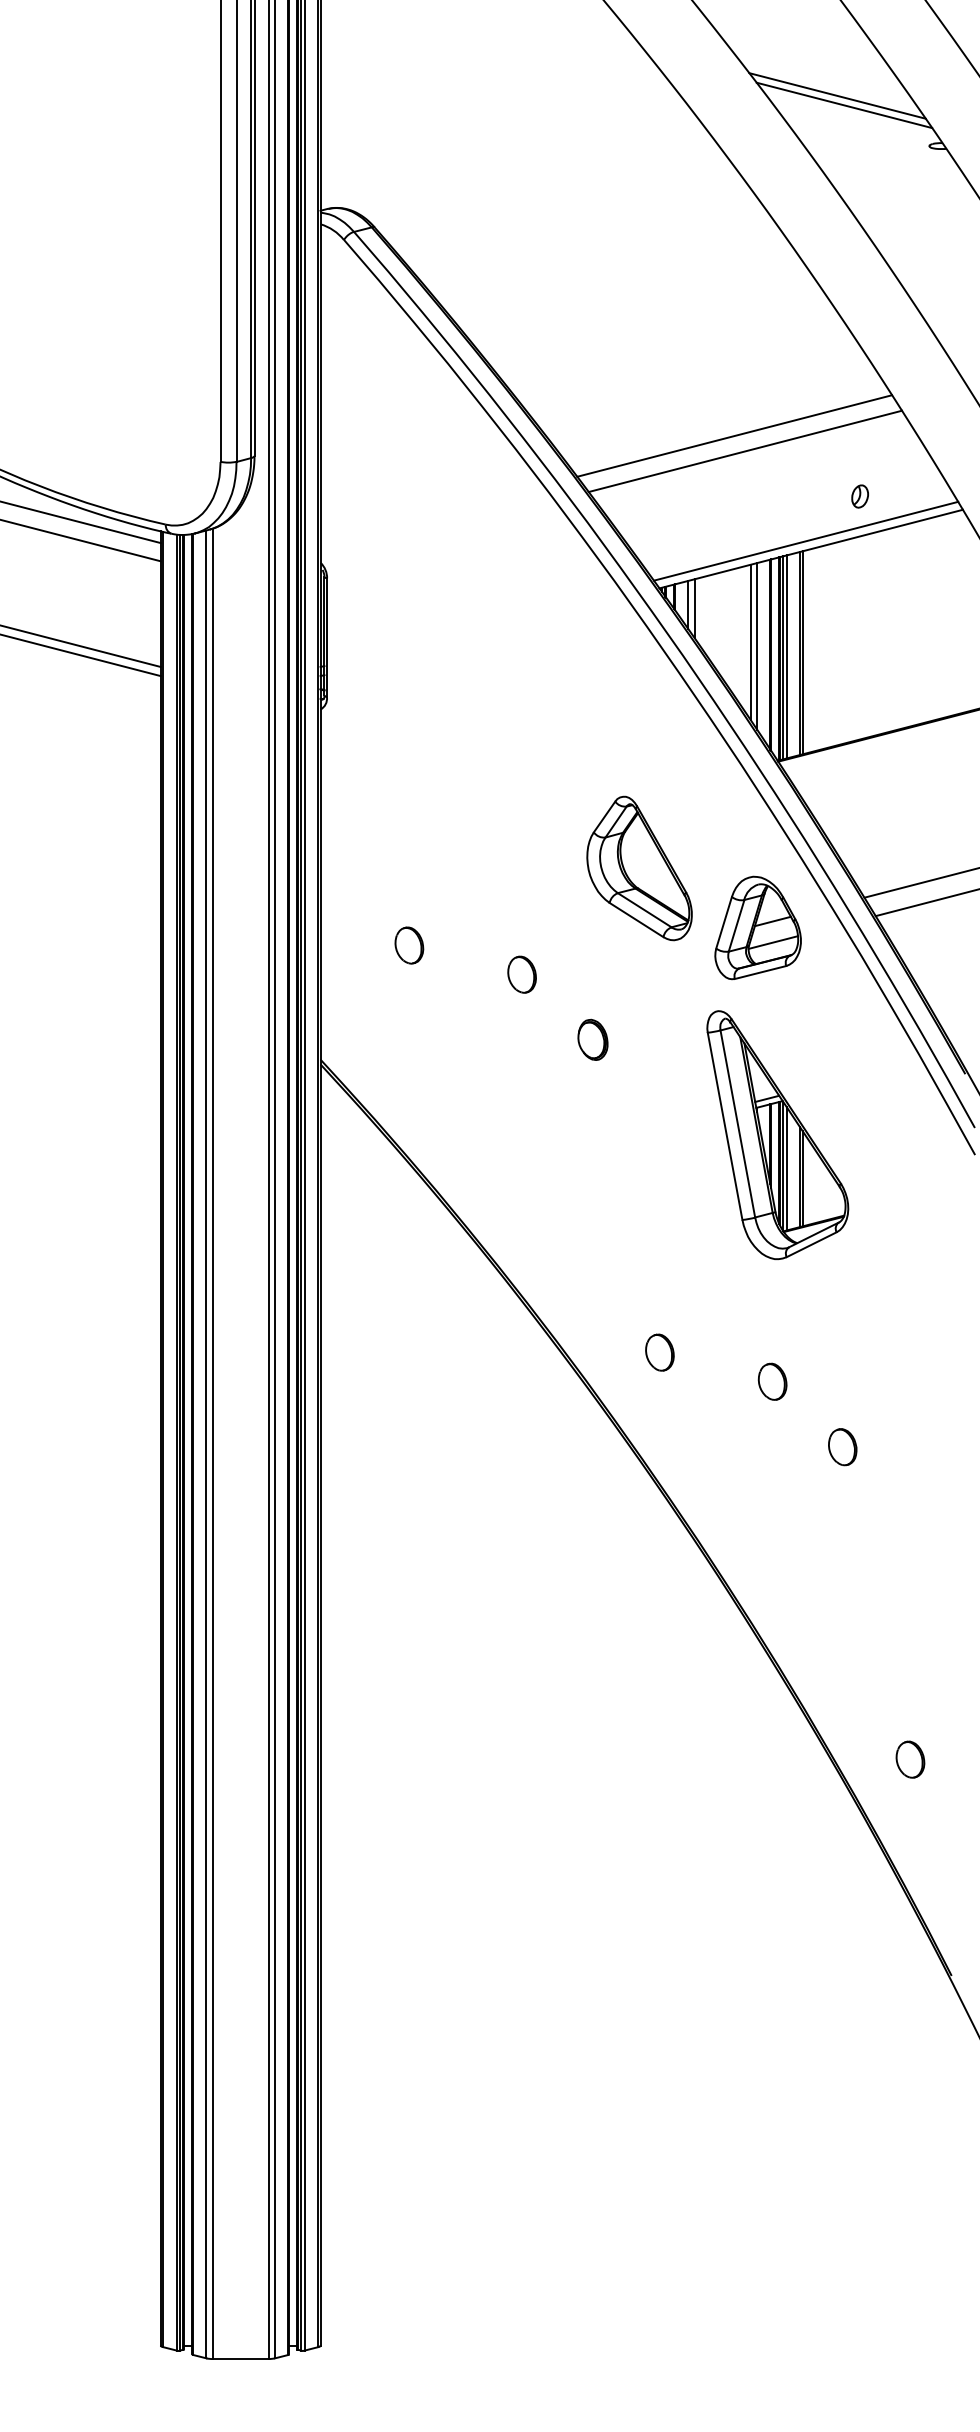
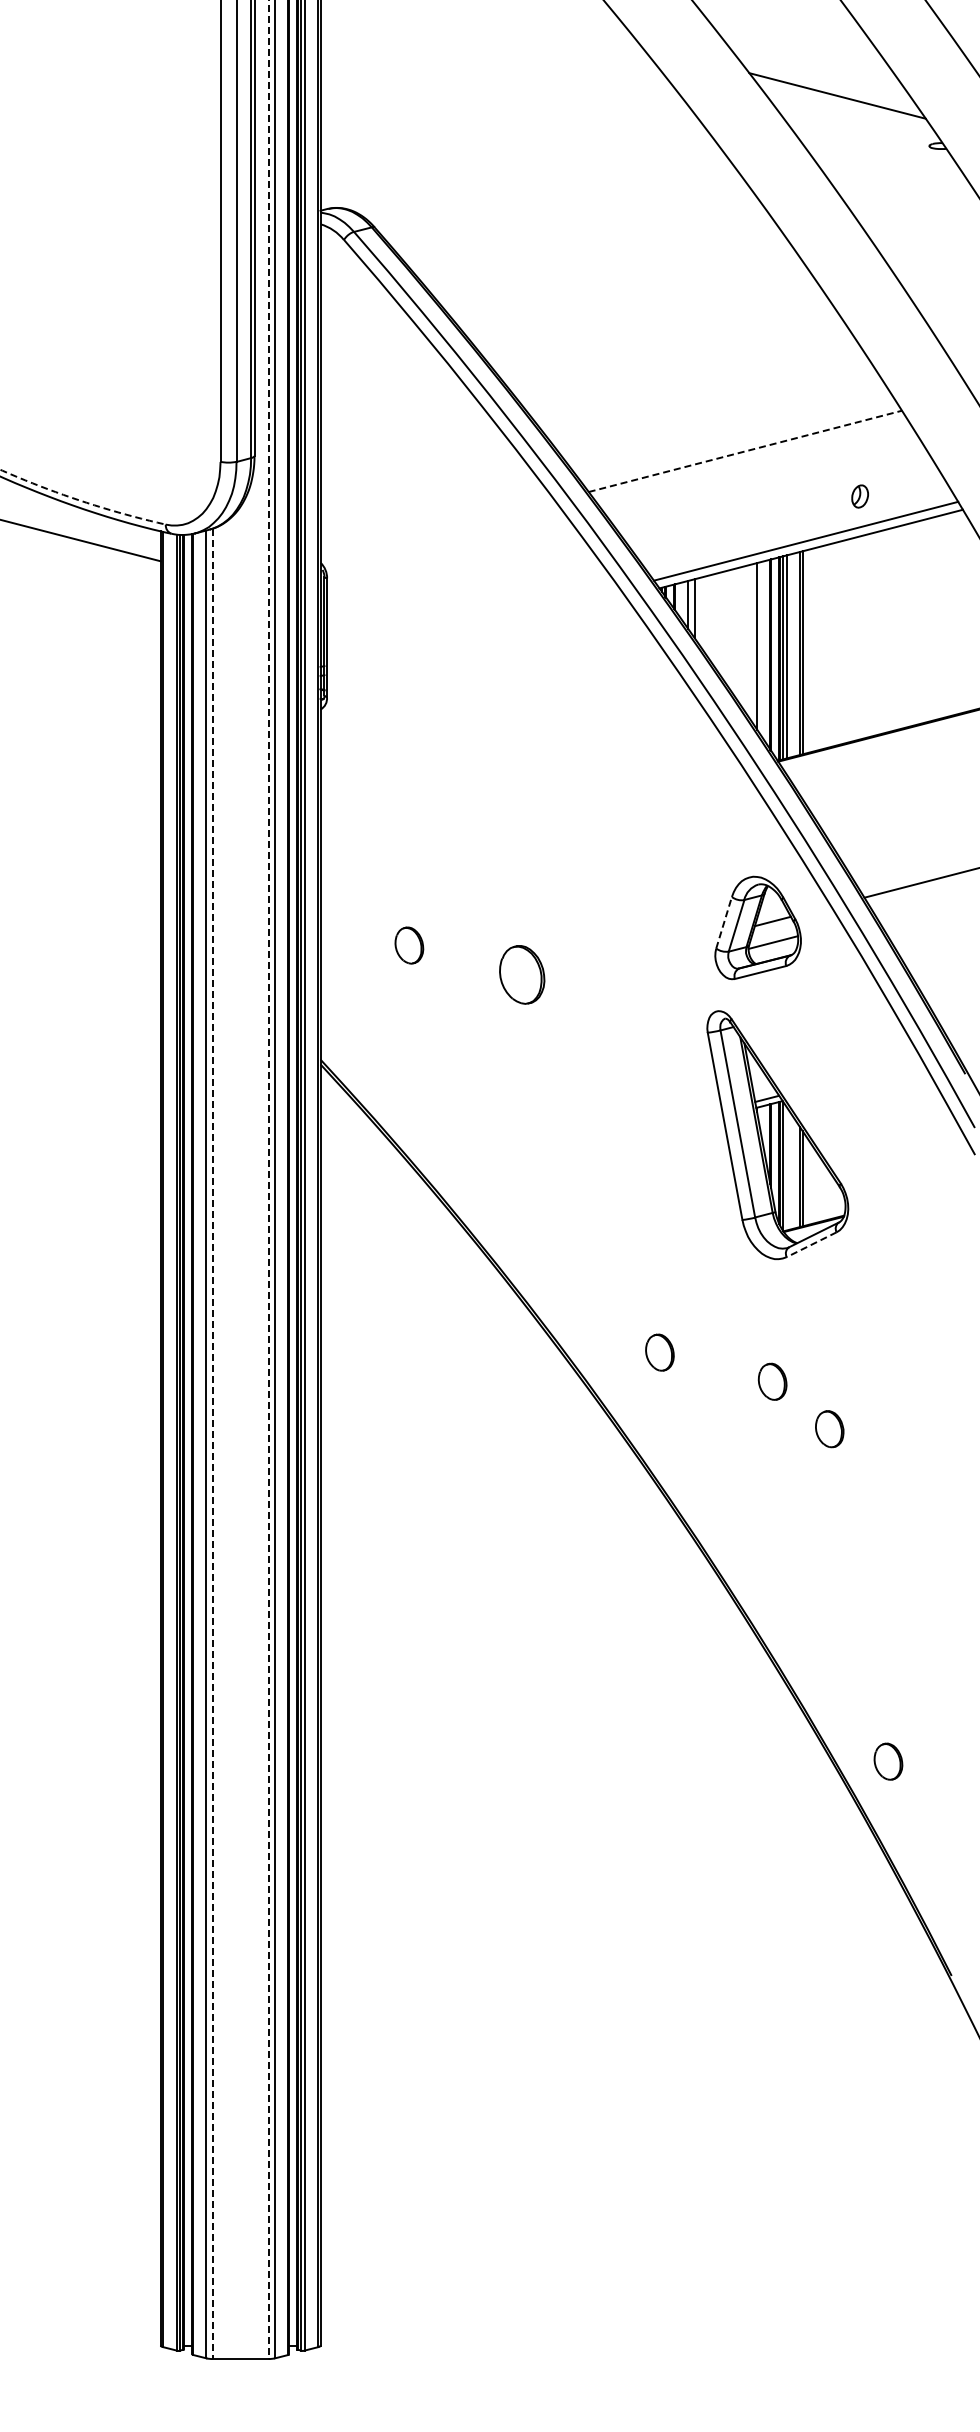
line at (844, 105): present -> none
line at (734, 435): present -> none
line at (745, 451): solid -> dashed
arc at (81, 500): solid -> dashed
line at (81, 522): present -> none
line at (750, 641): present -> none
line at (81, 646): present -> none
line at (81, 655): present -> none
part at (639, 868): present -> none
line at (925, 902): present -> none
line at (724, 922): solid -> dashed
part at (521, 974) size: 30x39 px -> 47x60 px
part at (592, 1039): present -> none
line at (786, 1168): present -> none
line at (268, 1180): solid -> dashed
line at (811, 1244): solid -> dashed
line at (212, 1444): solid -> dashed
part at (842, 1447) position: (842, 1447) -> (829, 1429)
part at (910, 1759) position: (910, 1759) -> (888, 1761)
